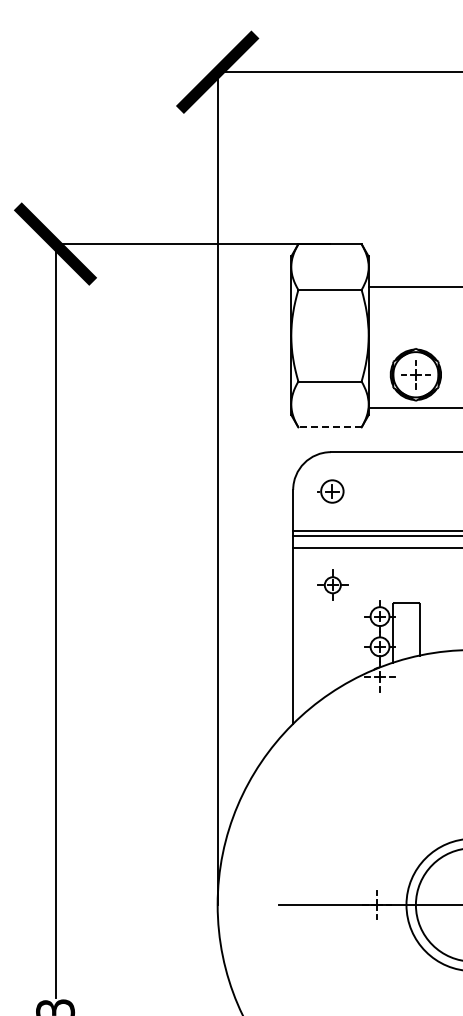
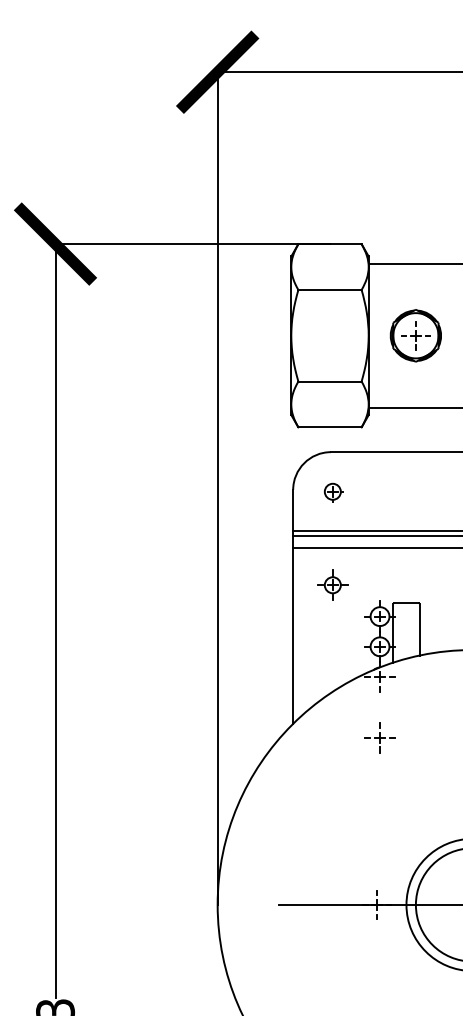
line at (413, 286) position: (413, 286) -> (413, 263)
part at (415, 374) position: (415, 374) -> (415, 335)
line at (330, 427): dashed -> solid
part at (330, 491) size: 28x25 px -> 20x21 px
part at (379, 737): none -> present
